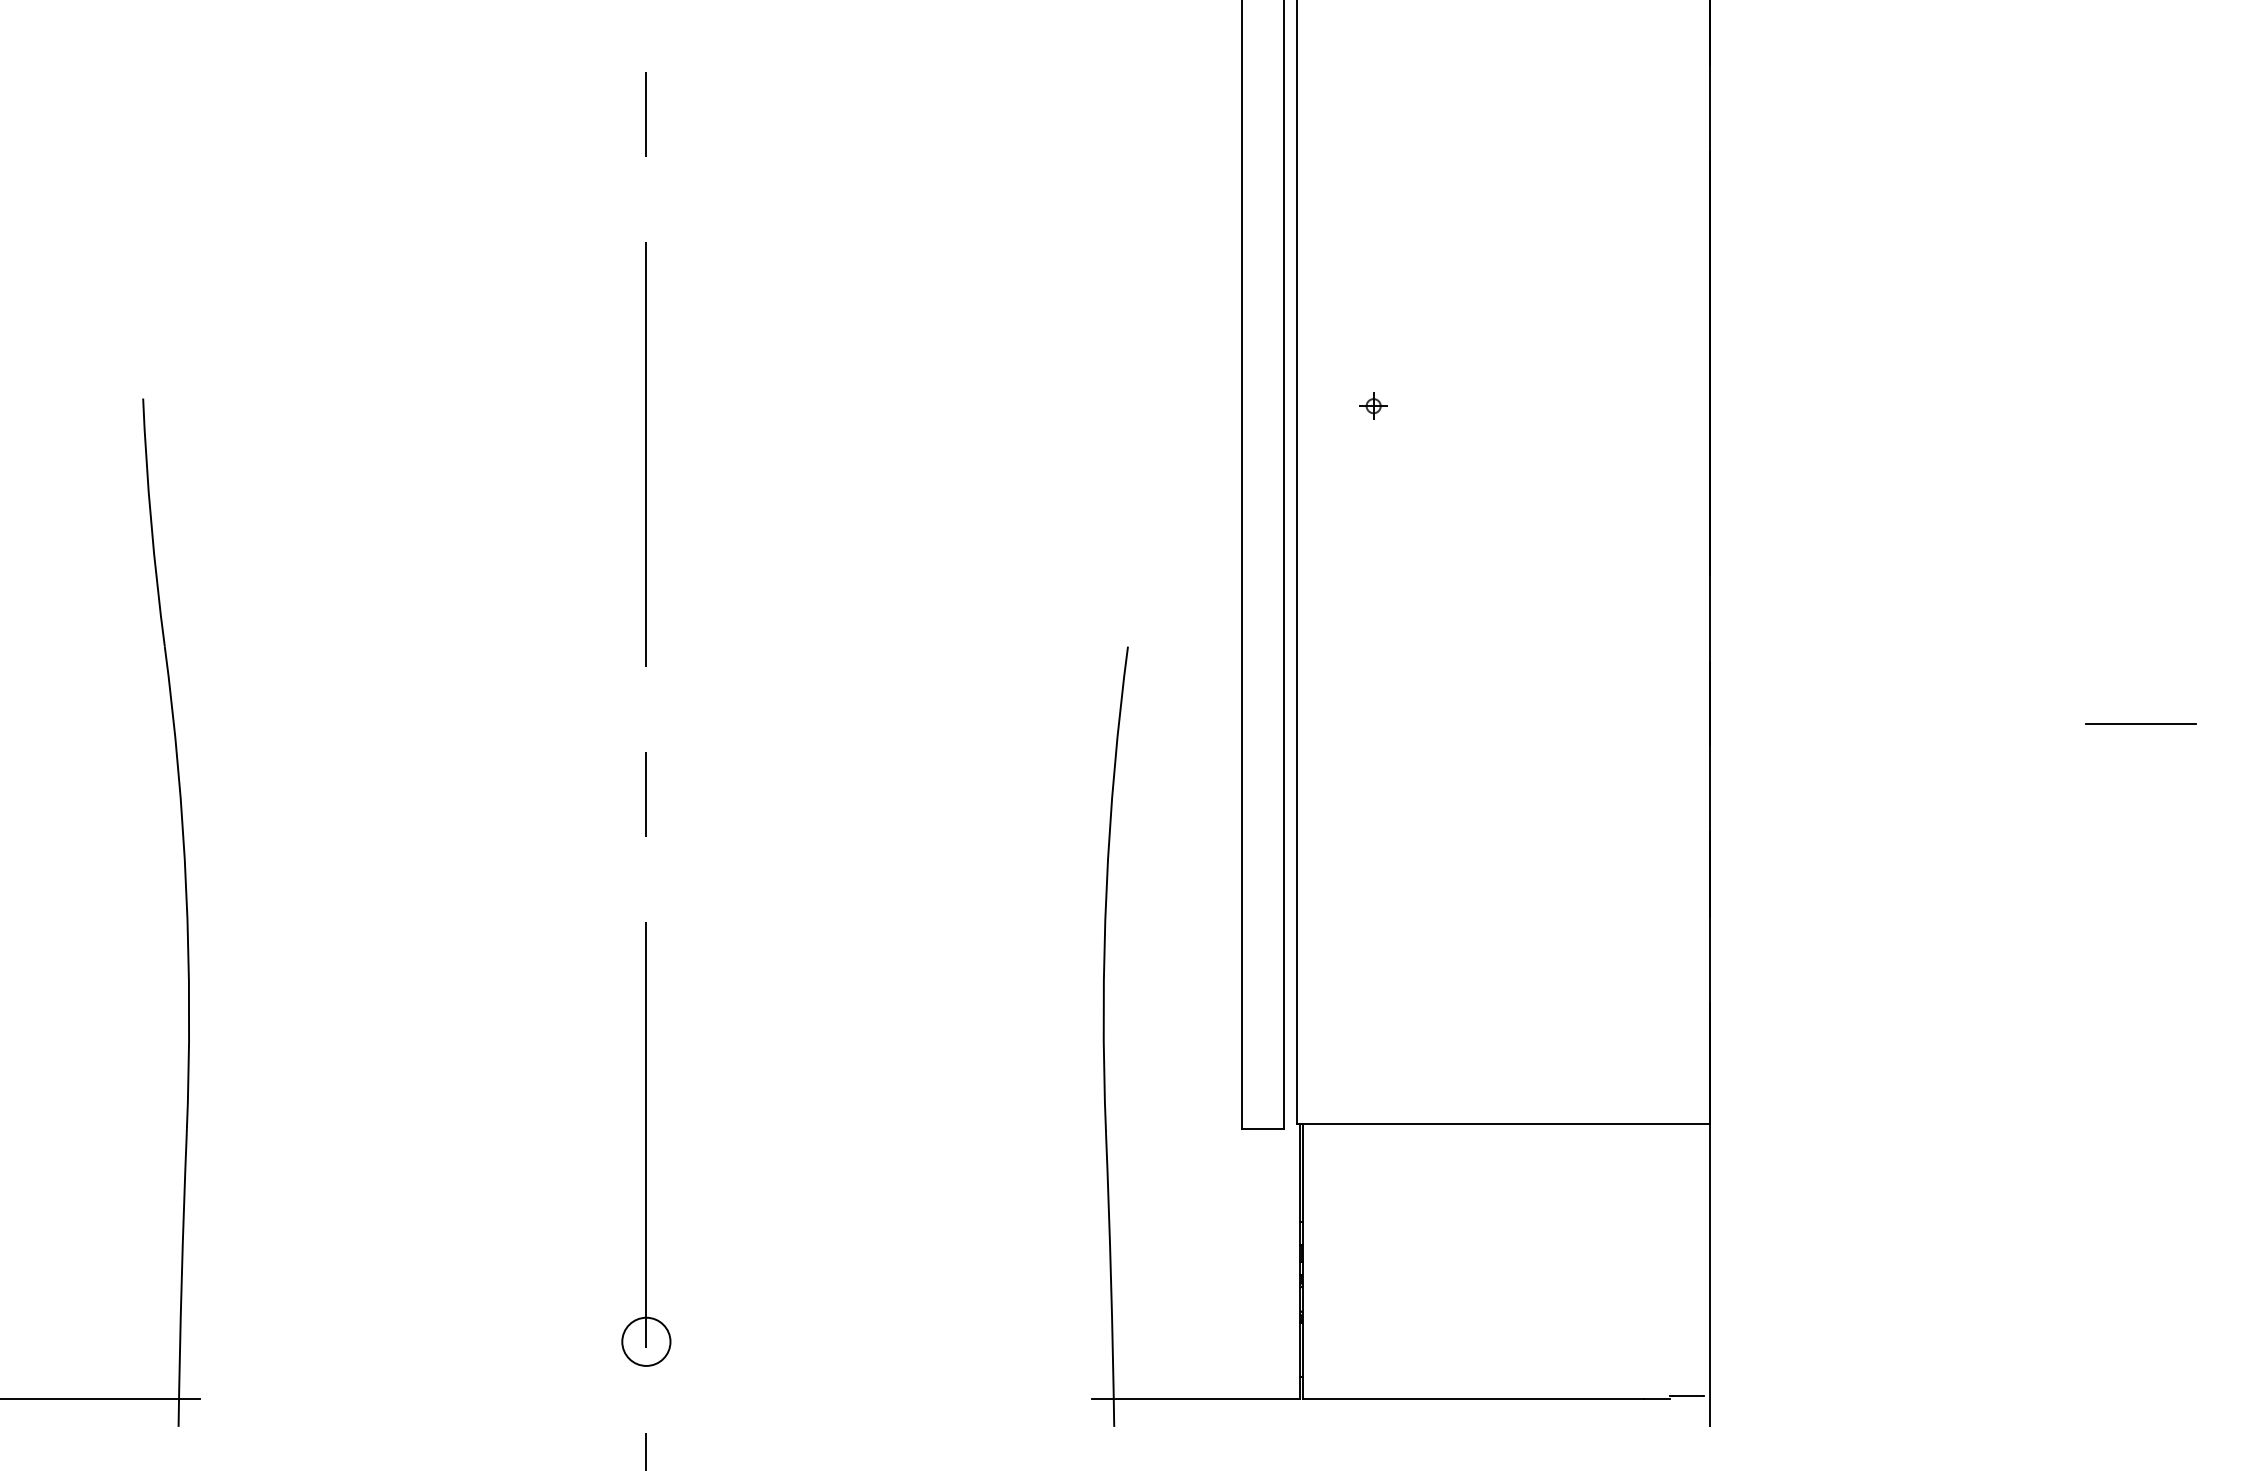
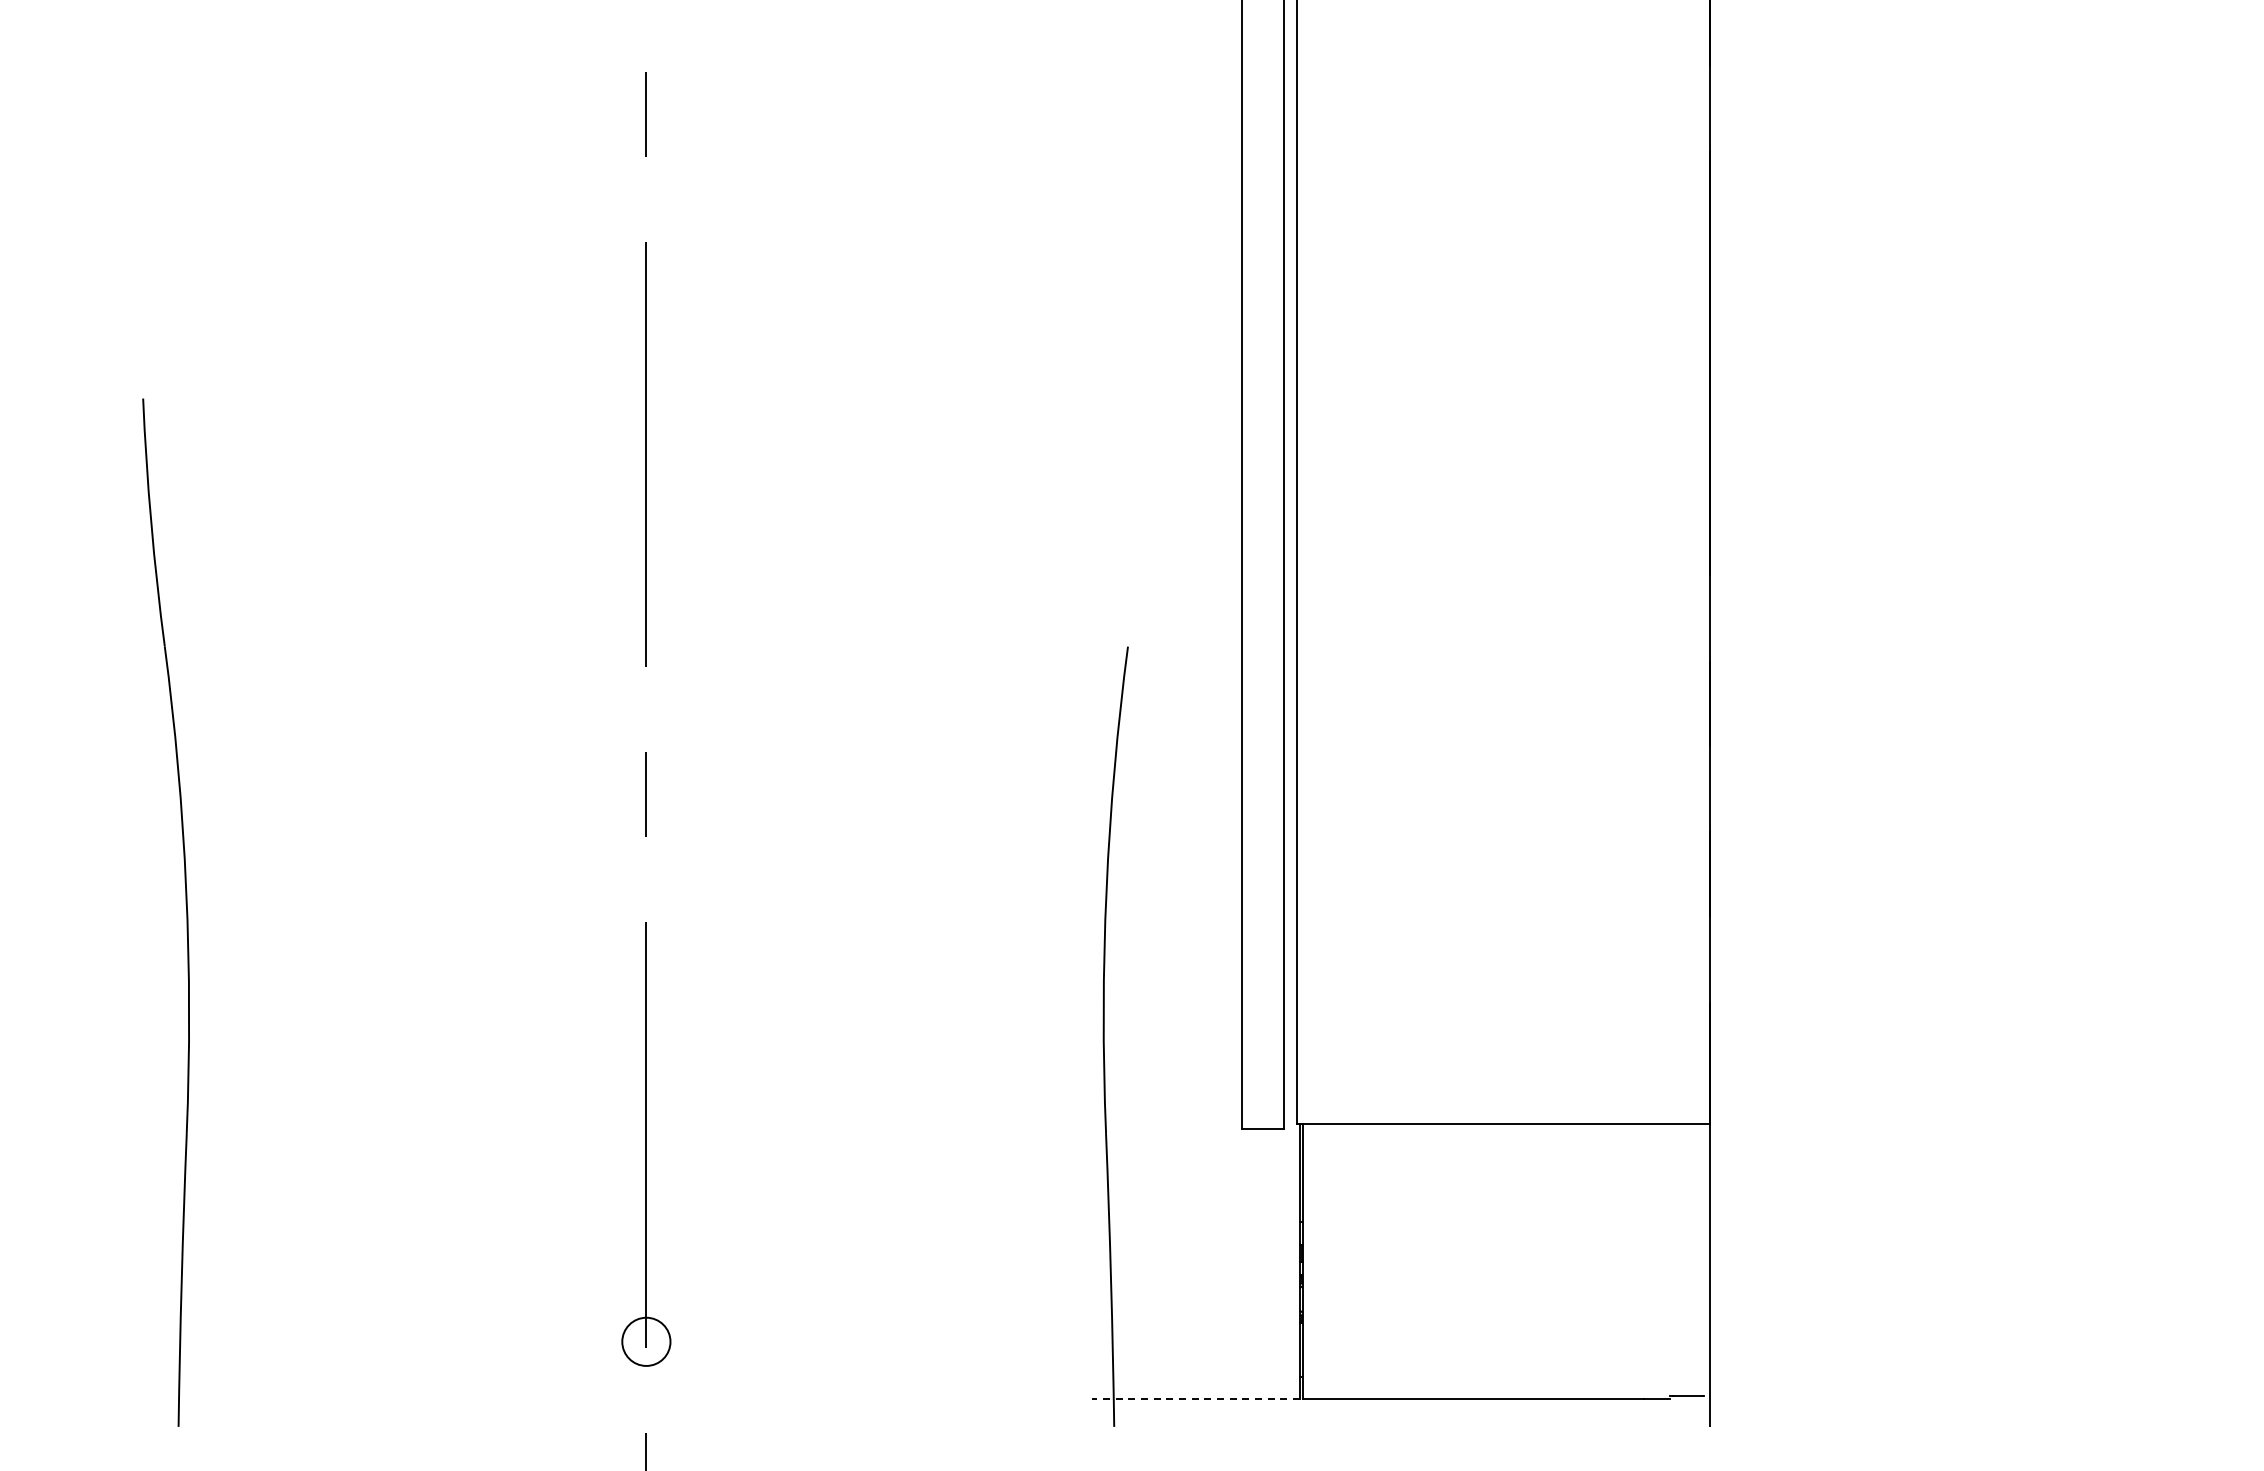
part at (1373, 405): present -> none
line at (2140, 723): present -> none
line at (101, 1398): present -> none
line at (1196, 1398): solid -> dashed
